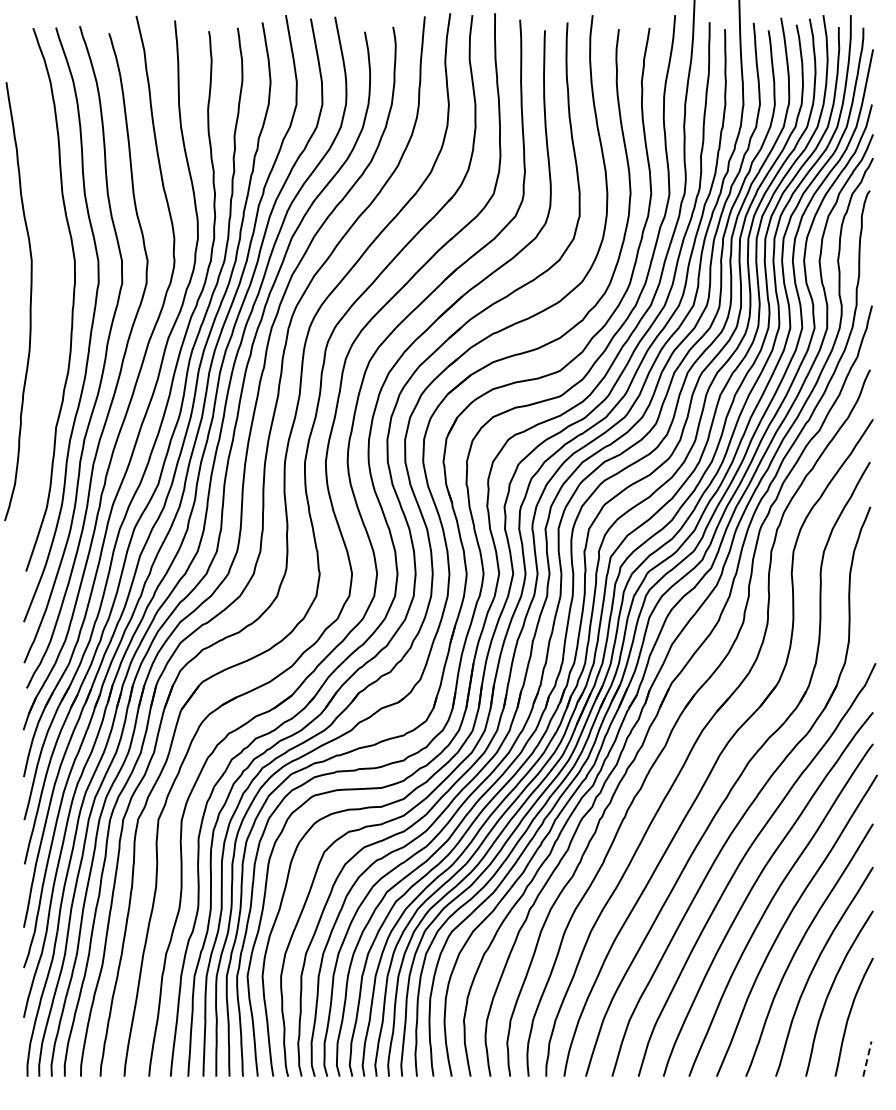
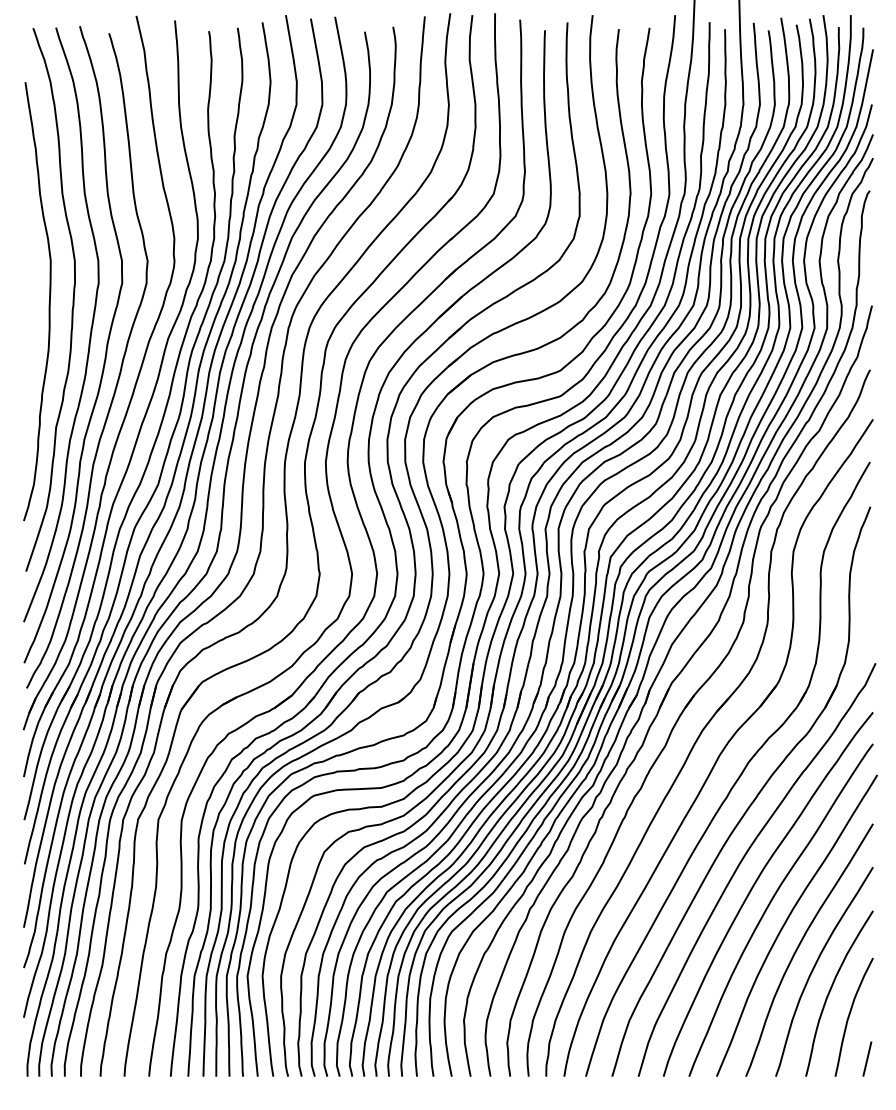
curve at (29, 303) position: (29, 303) -> (48, 303)
line at (867, 1058): dashed -> solid
